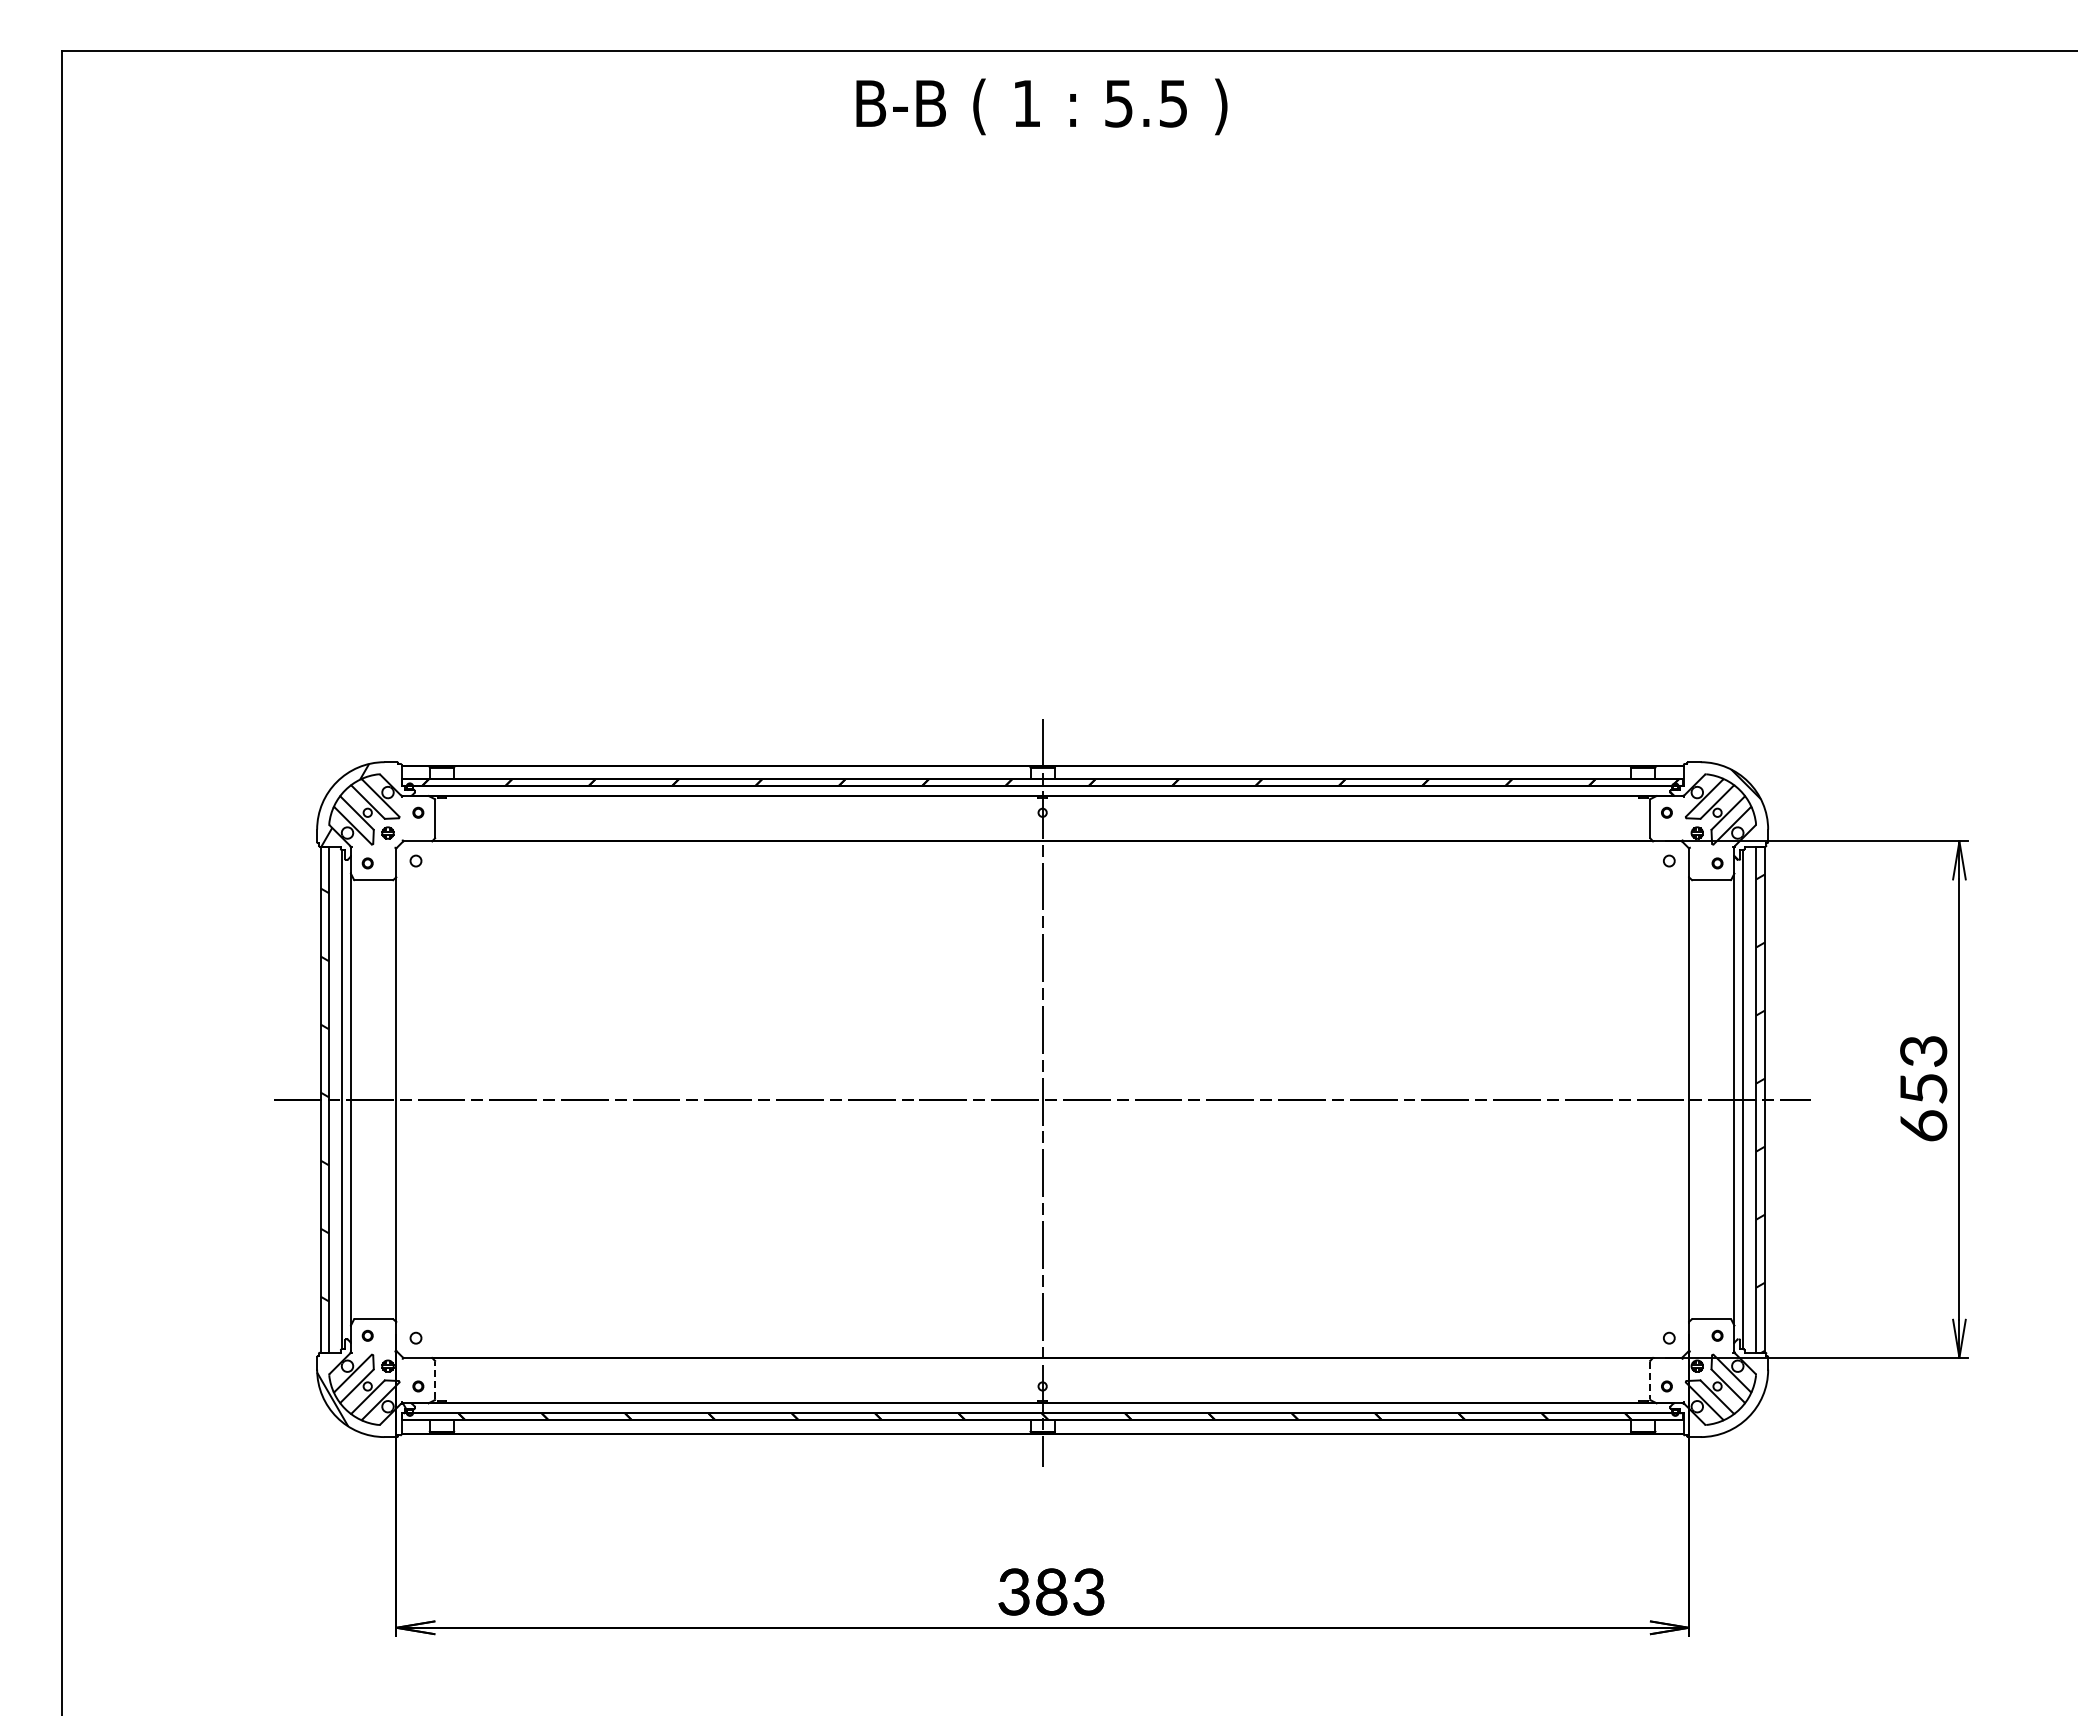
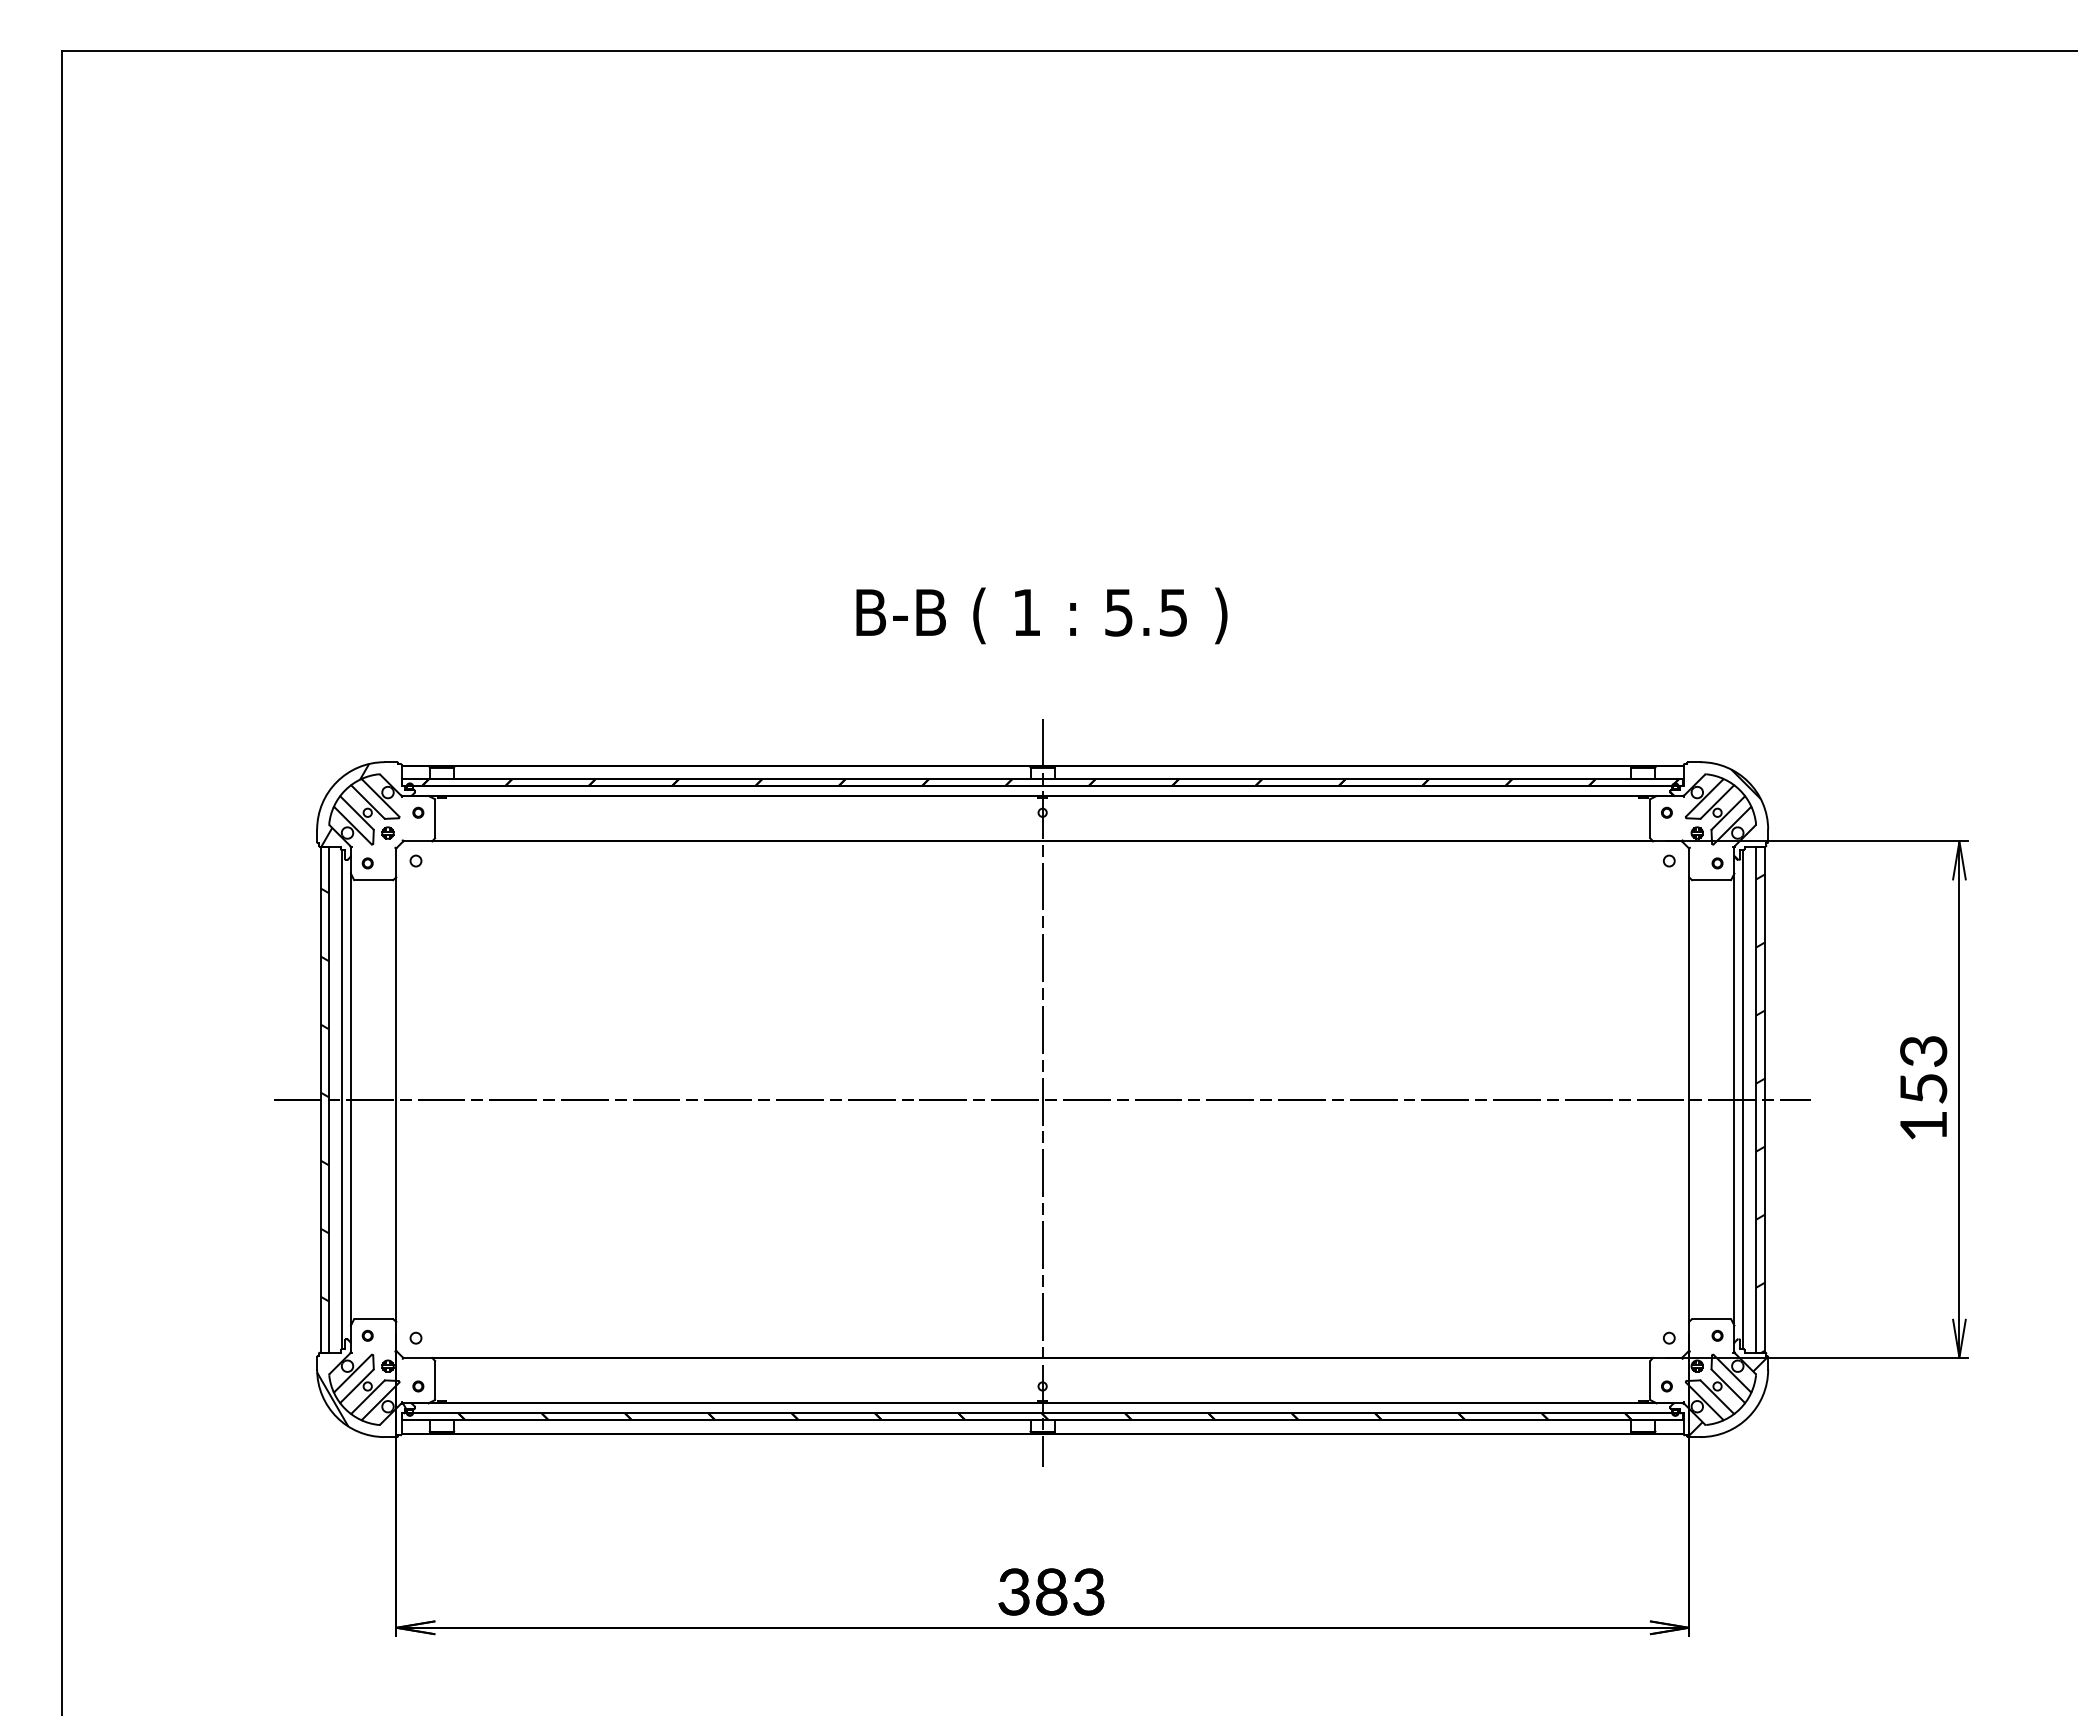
text at (1041, 106) position: (1041, 106) -> (1041, 615)
text at (1923, 1125): 653 -> 153
line at (435, 1380): dashed -> solid
line at (1650, 1380): dashed -> solid
hatch at (1727, 1396): none -> present
